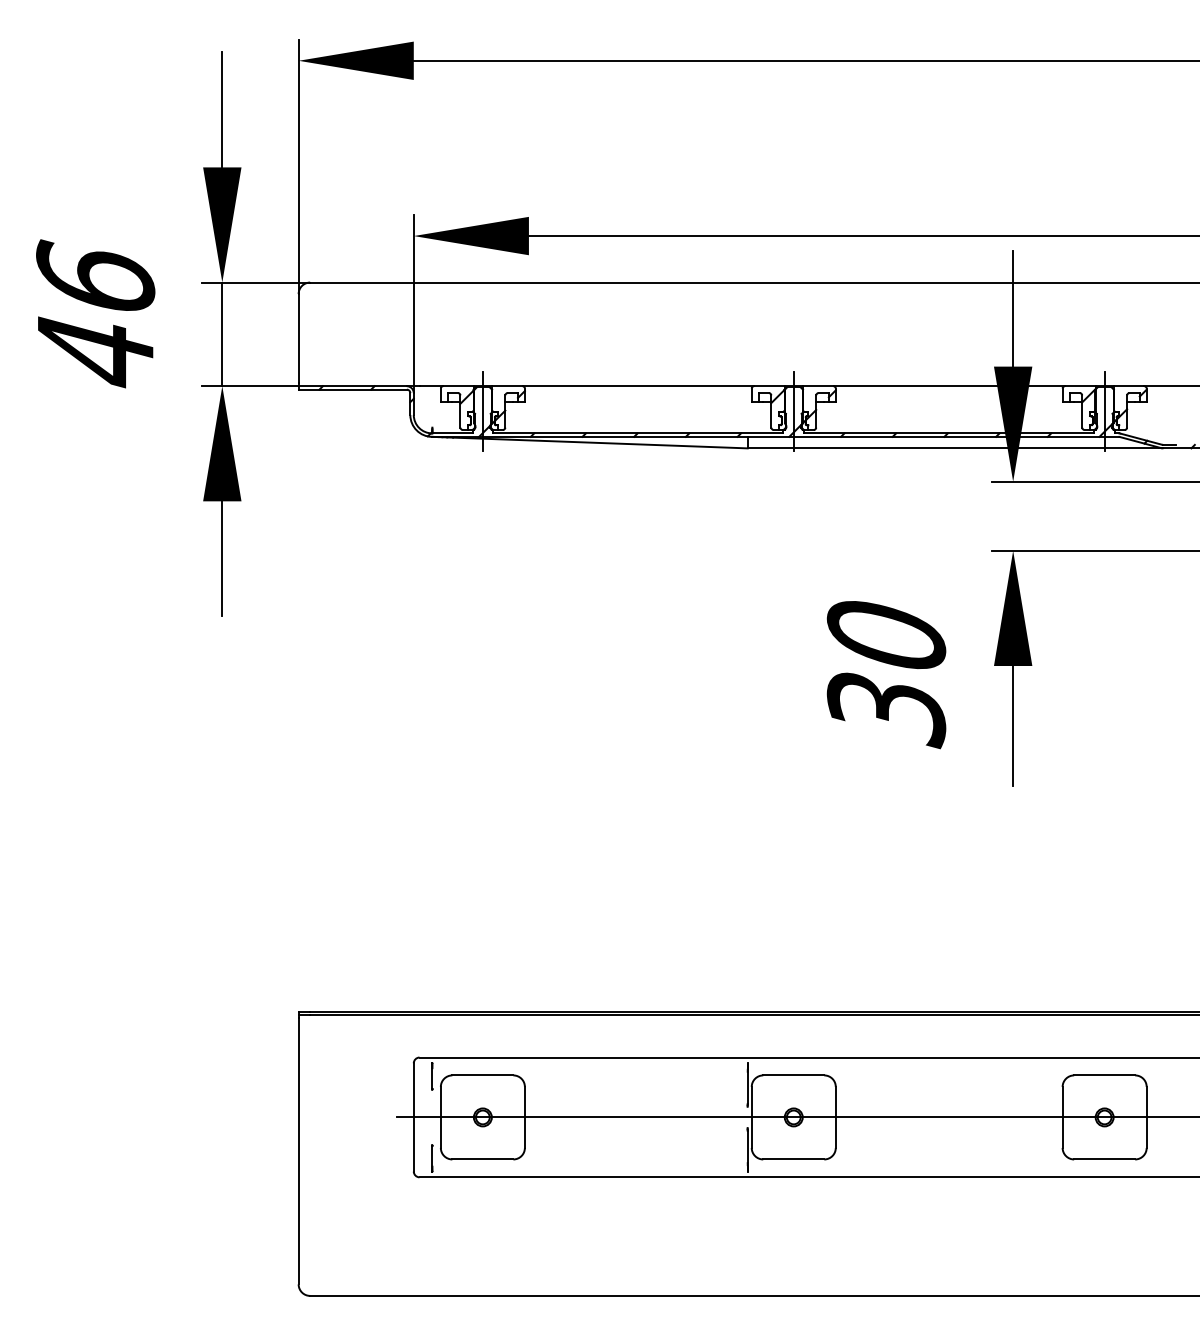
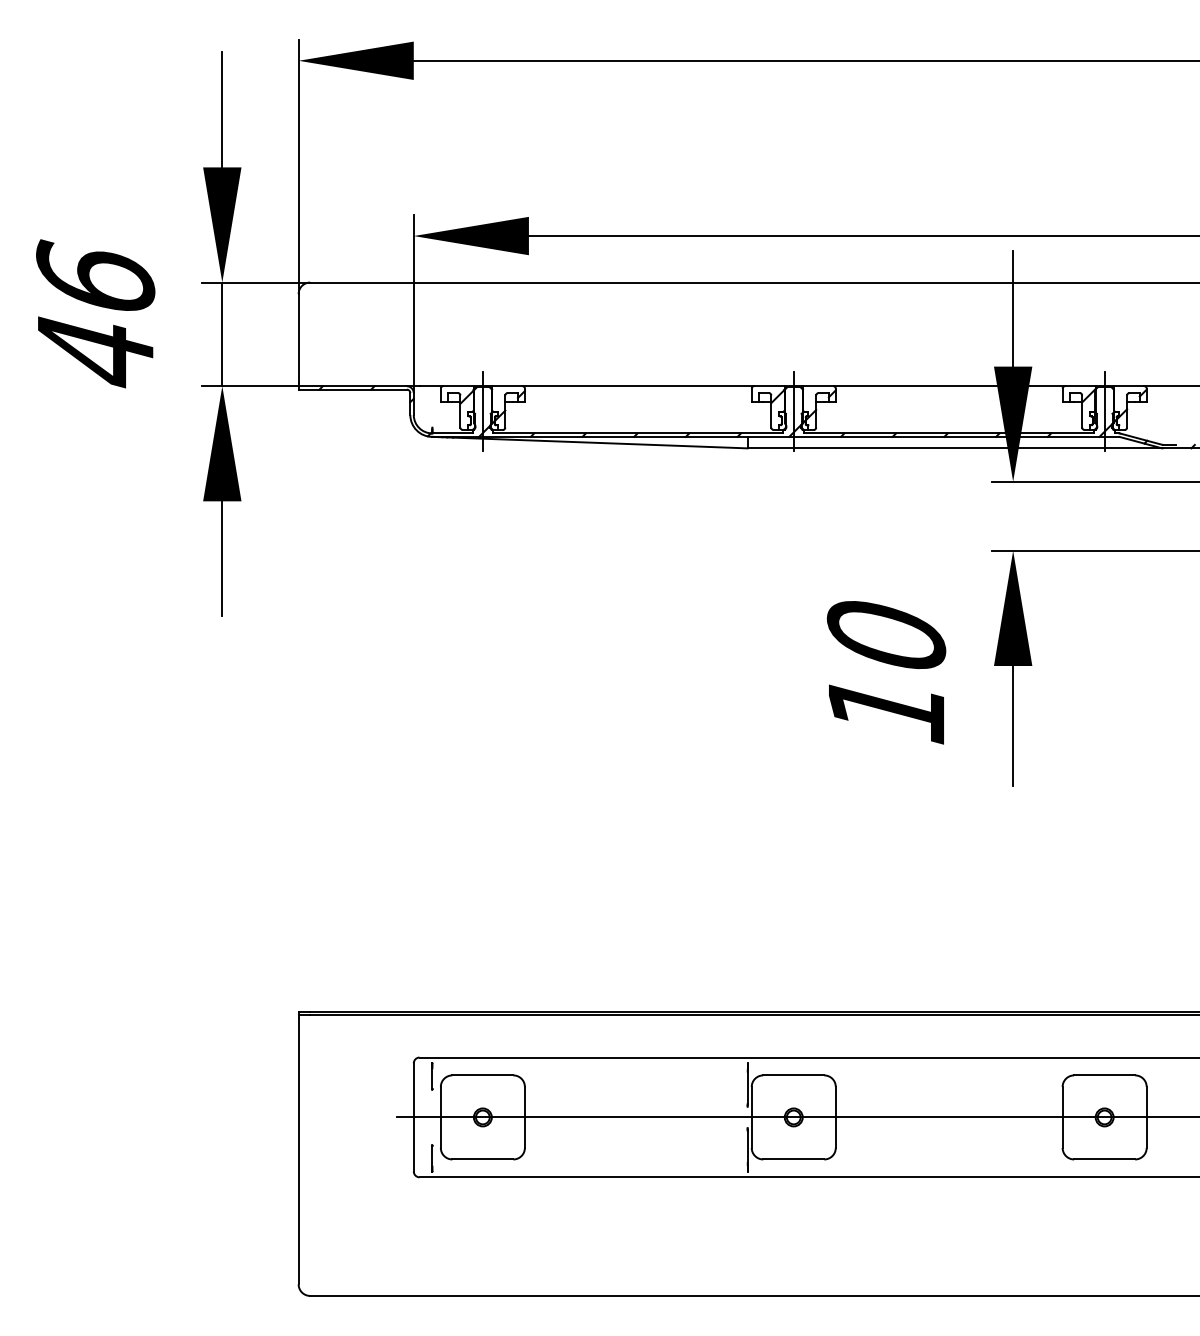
text at (886, 710): 30 -> 10
